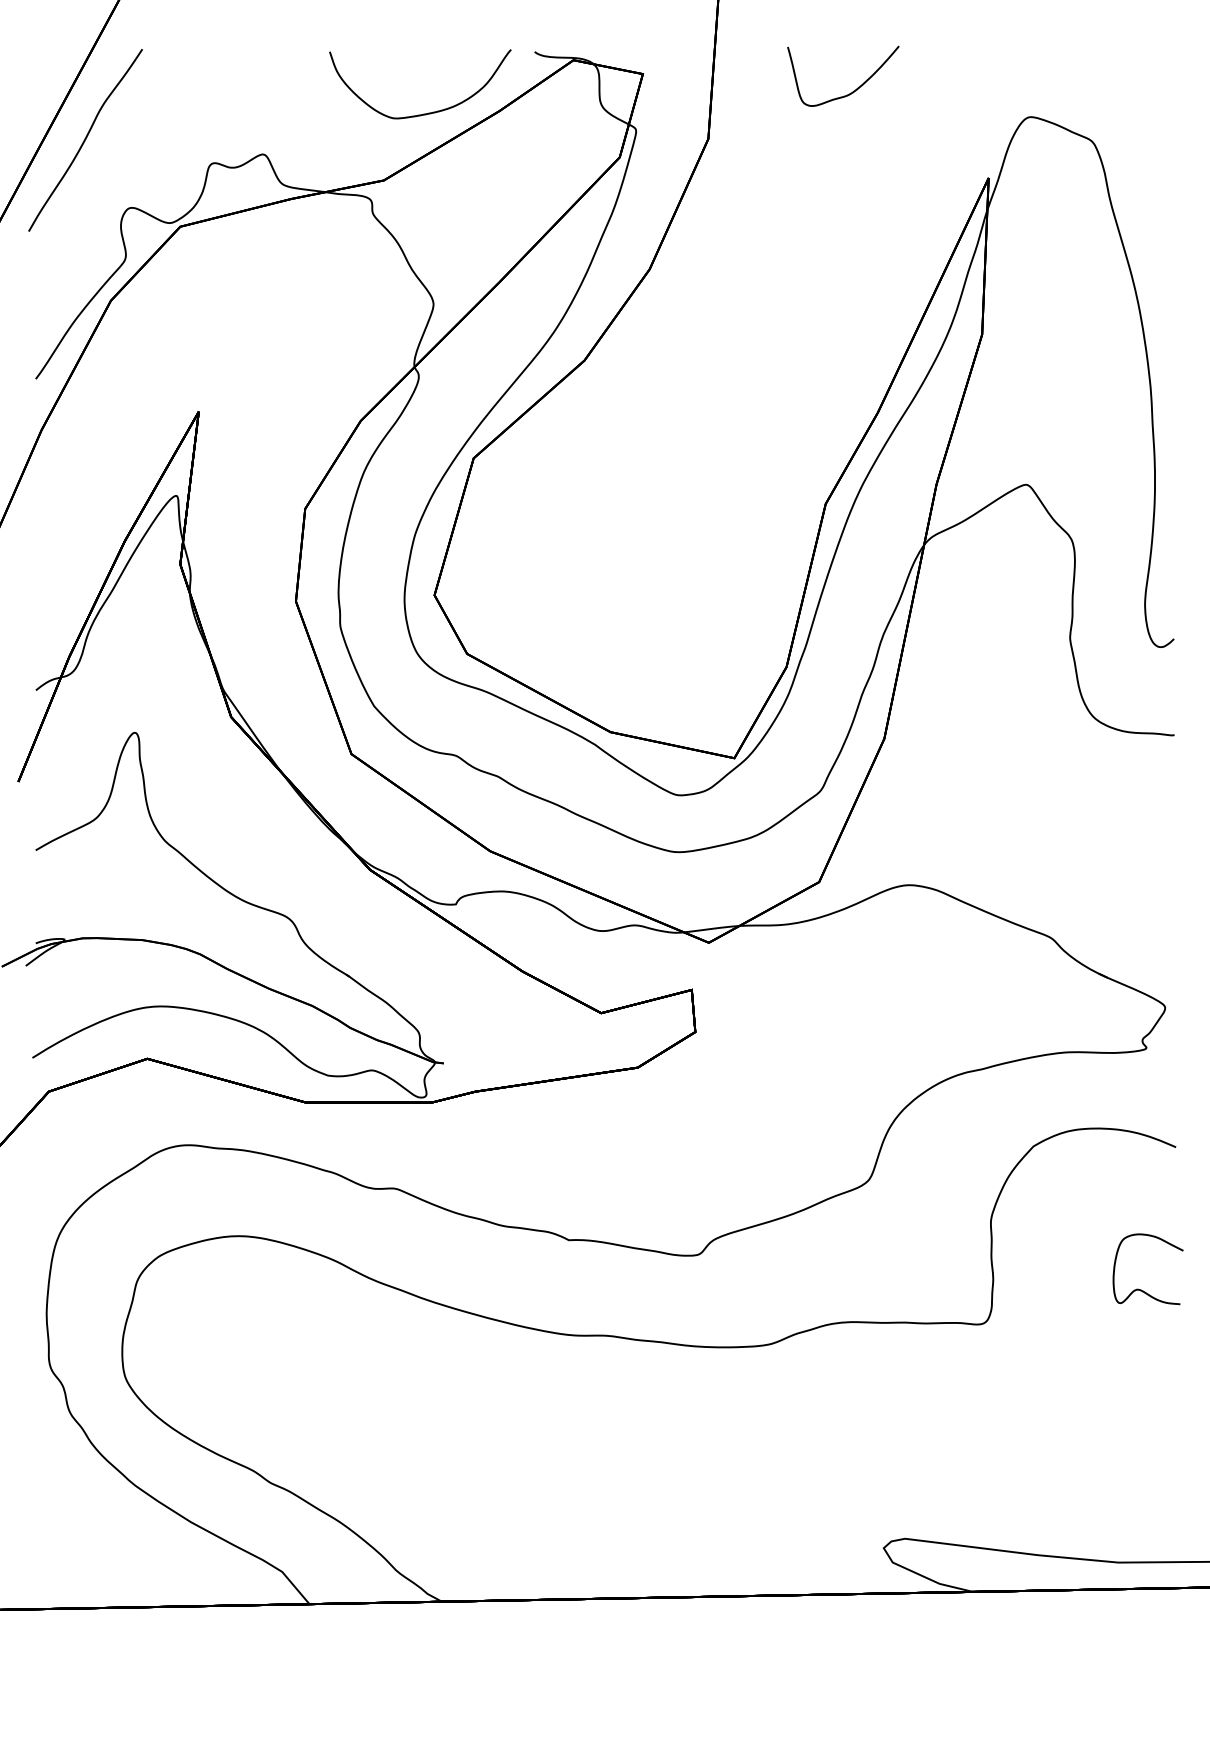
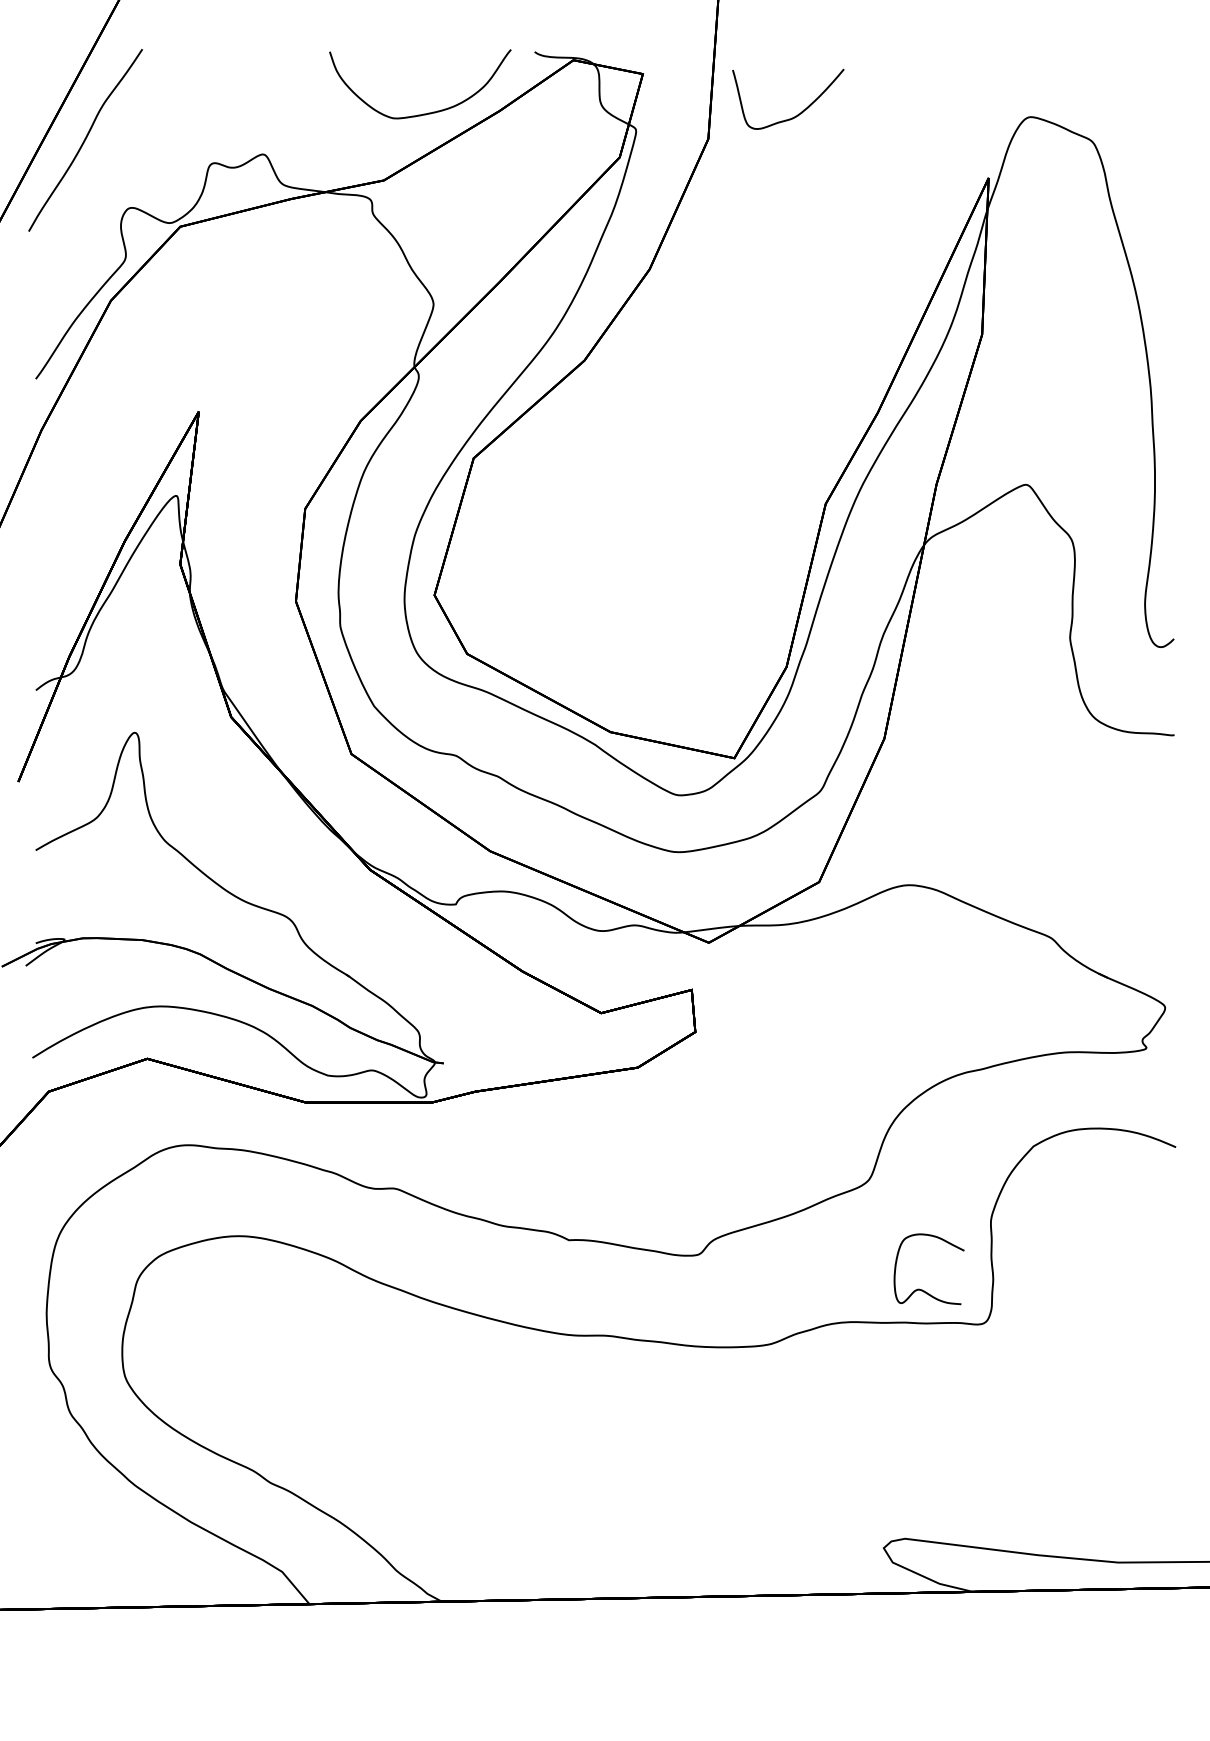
curve at (853, 90) position: (853, 90) -> (798, 113)
curve at (1141, 1289) position: (1141, 1289) -> (922, 1289)
